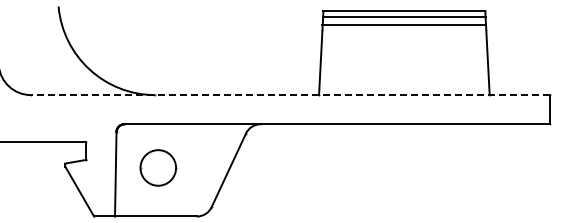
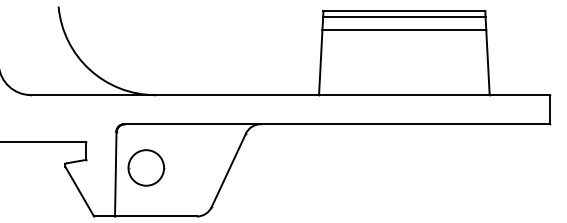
line at (404, 25) position: (404, 25) -> (404, 30)
line at (290, 95): dashed -> solid
part at (158, 167) position: (158, 167) -> (146, 167)
